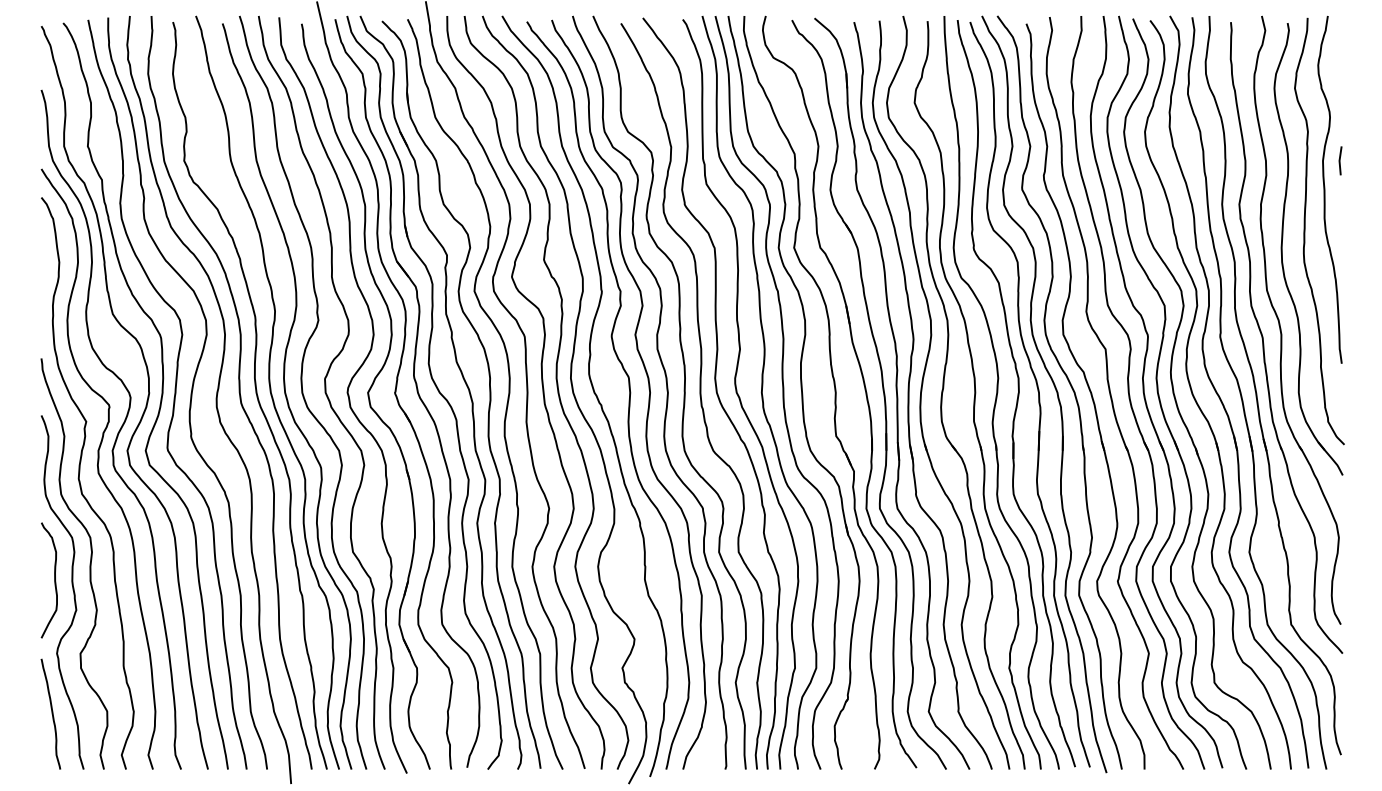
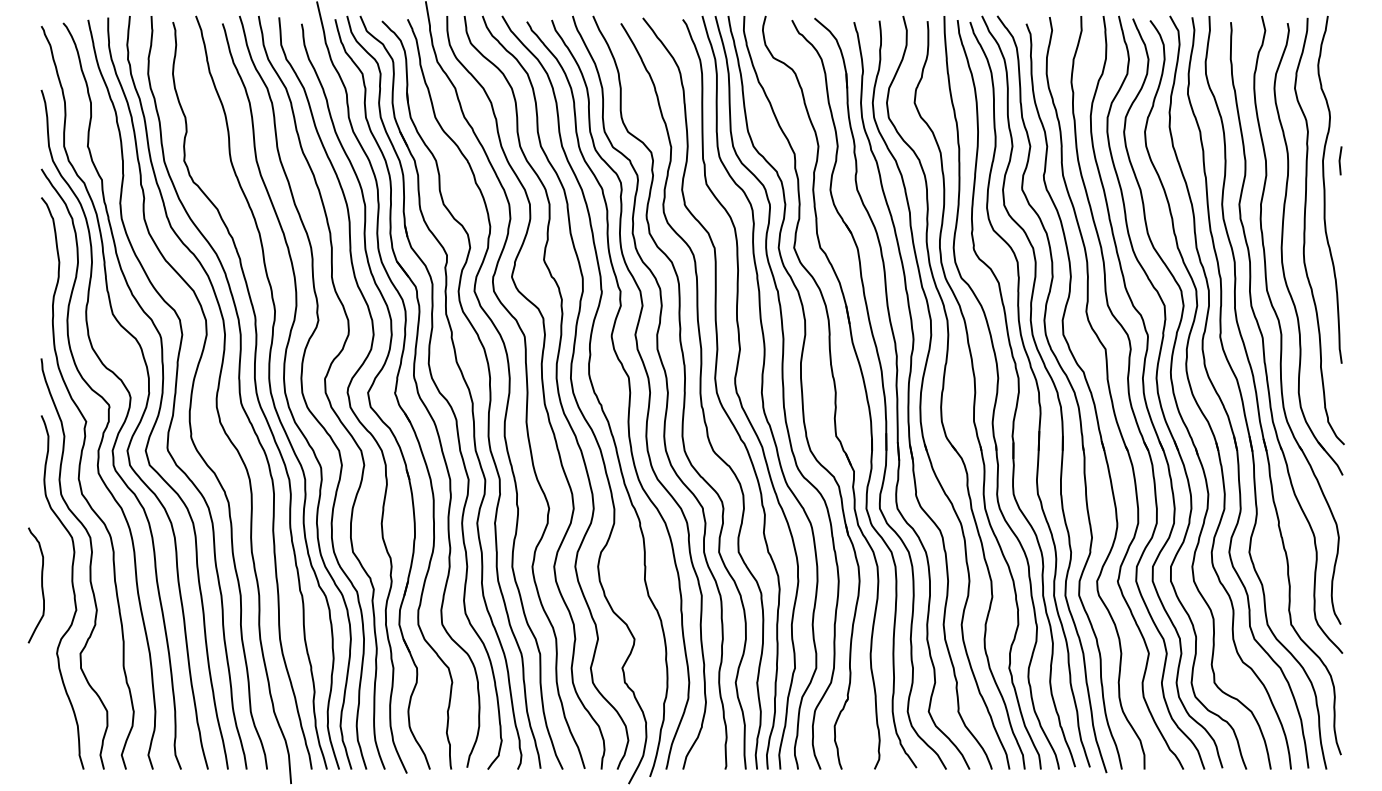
curve at (54, 580) position: (54, 580) -> (41, 585)
curve at (51, 713): present -> none
